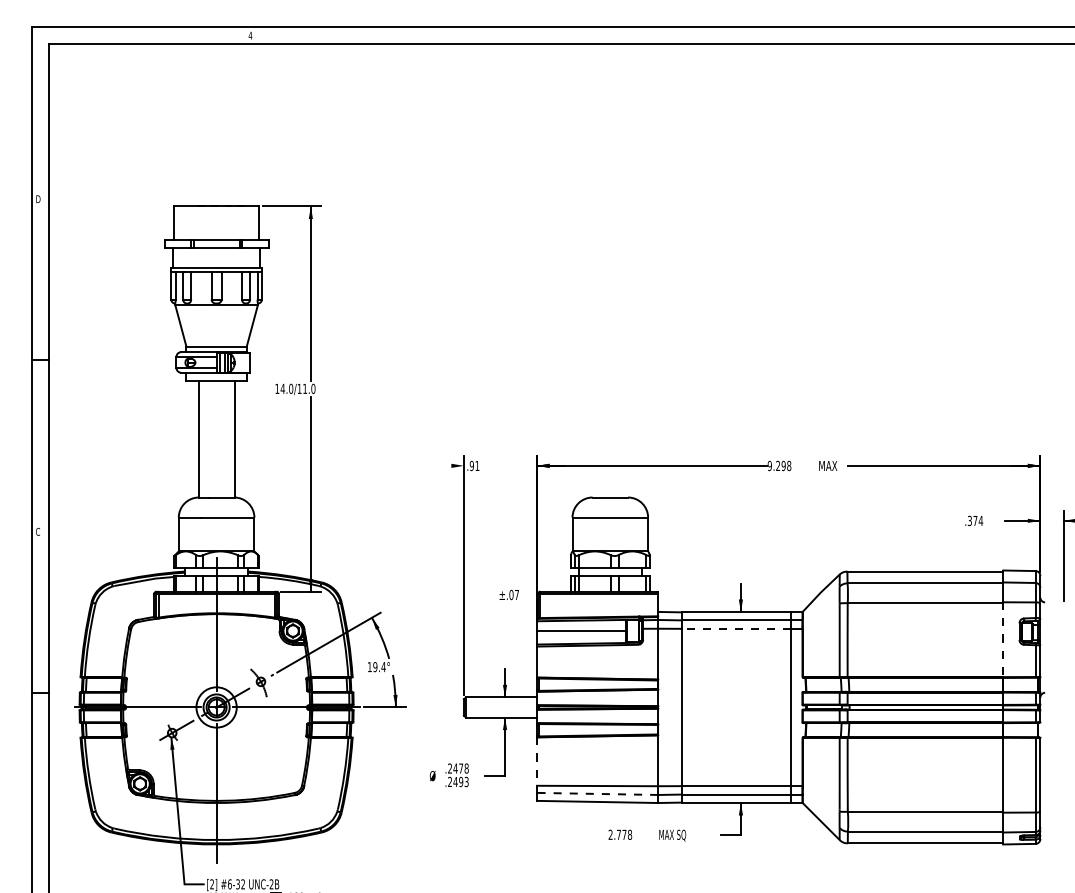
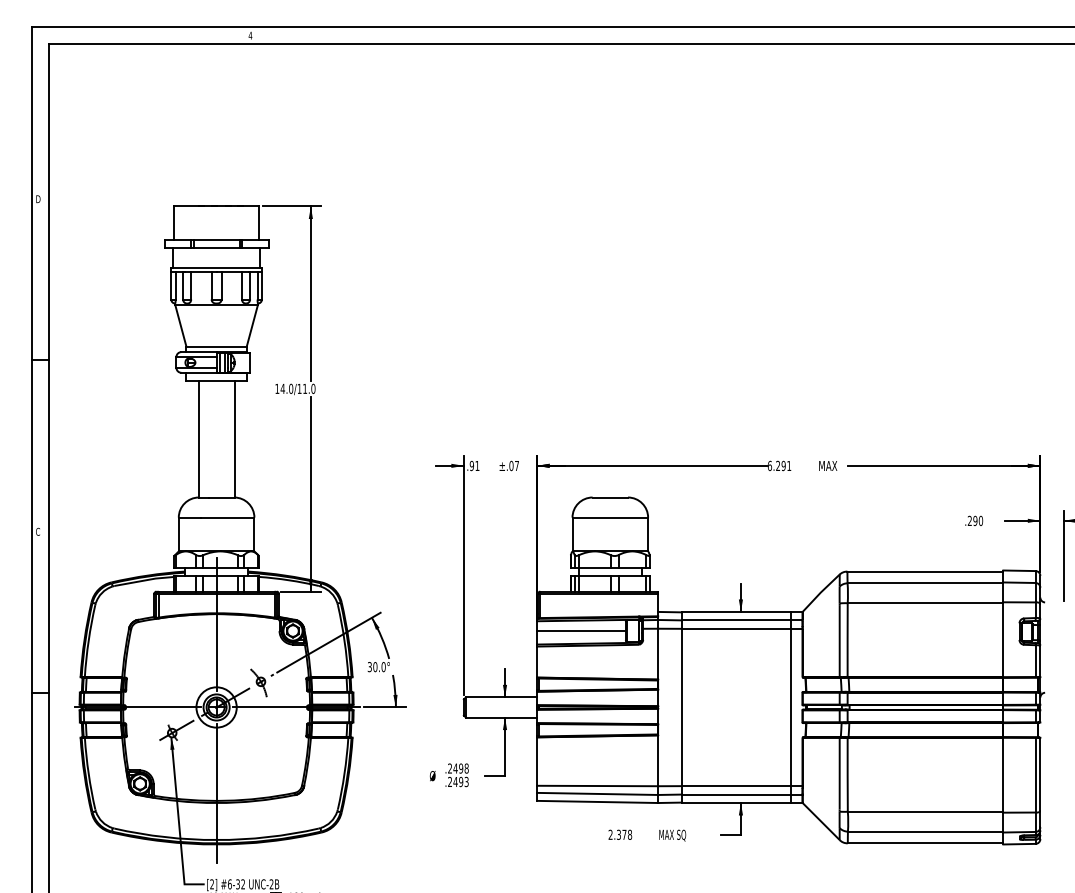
line at (449, 465): none -> present
text at (779, 465): 9.298 -> 6.291
text at (975, 520): .374 -> .290
text at (508, 594) position: (508, 594) -> (508, 465)
line at (736, 628): dashed -> solid
line at (1003, 639): dashed -> solid
text at (376, 667): 19.4° -> 30.0°
line at (537, 762): dashed -> solid
text at (461, 768): .2478 -> .2498
line at (597, 793): dashed -> solid
text at (618, 834): 2.778 -> 2.378
